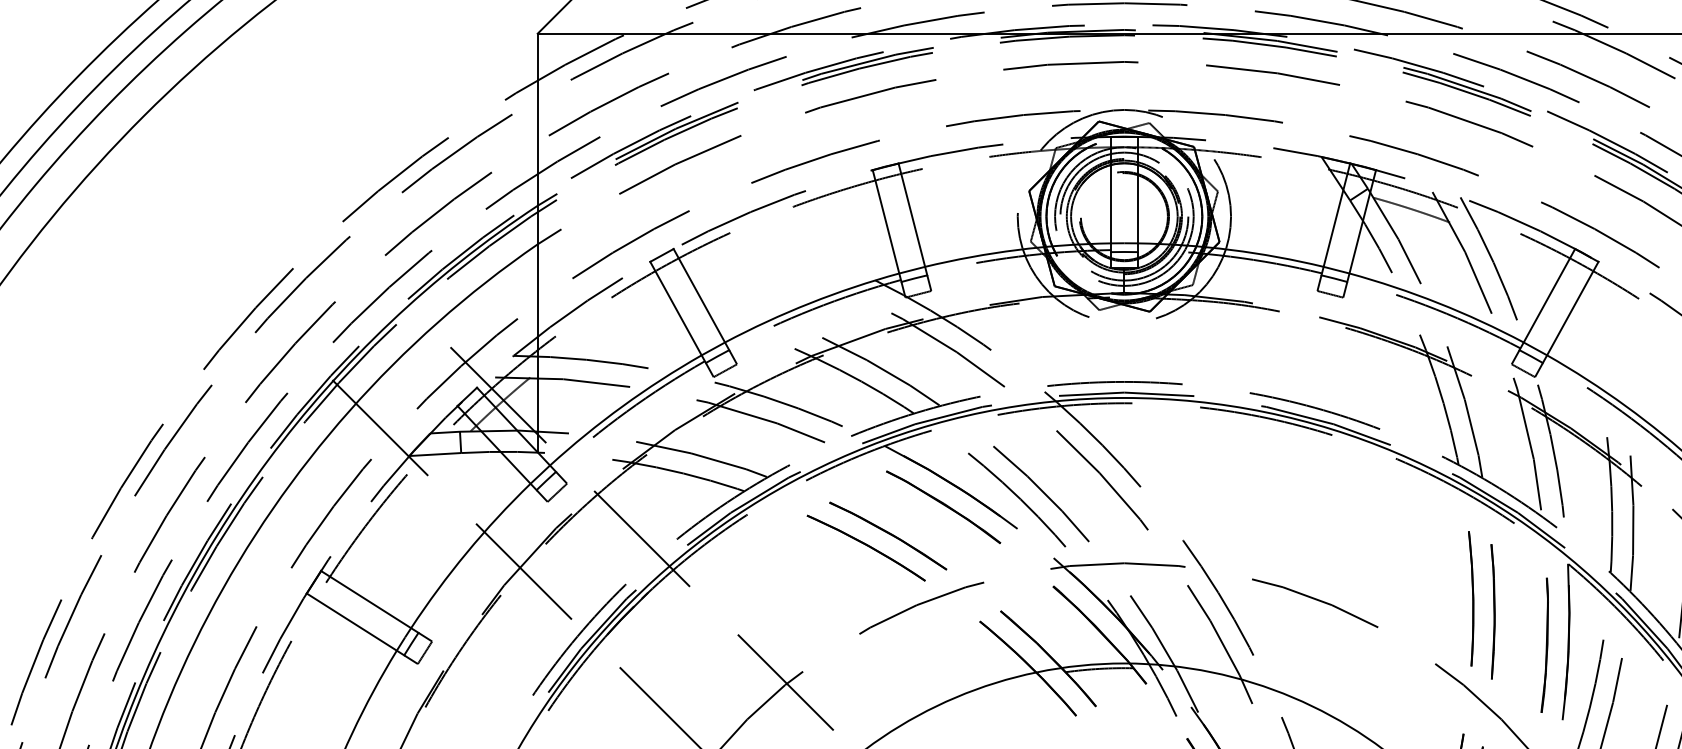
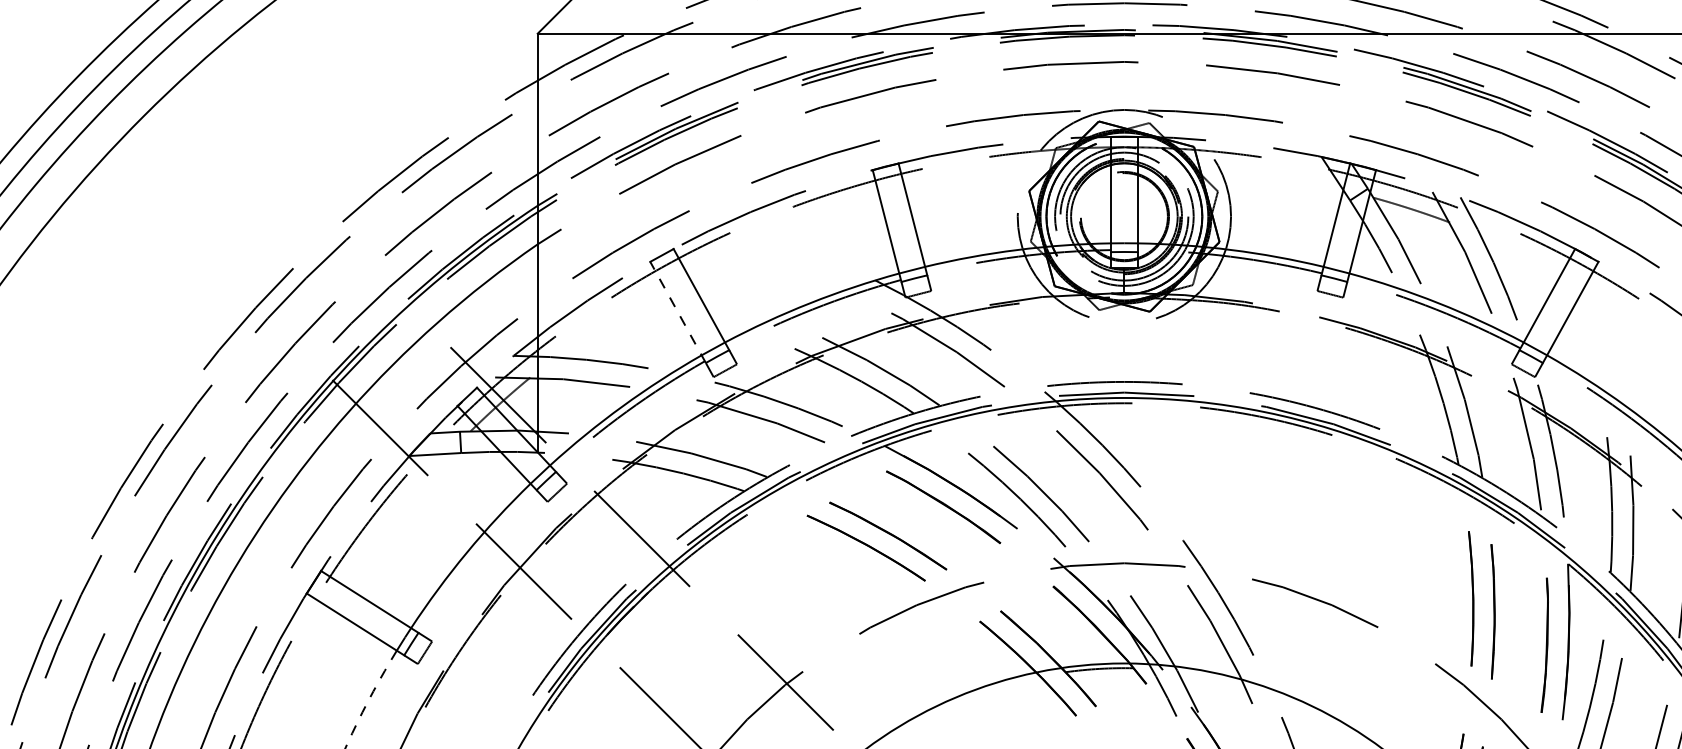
line at (678, 312): solid -> dashed
arc at (369, 699): solid -> dashed
